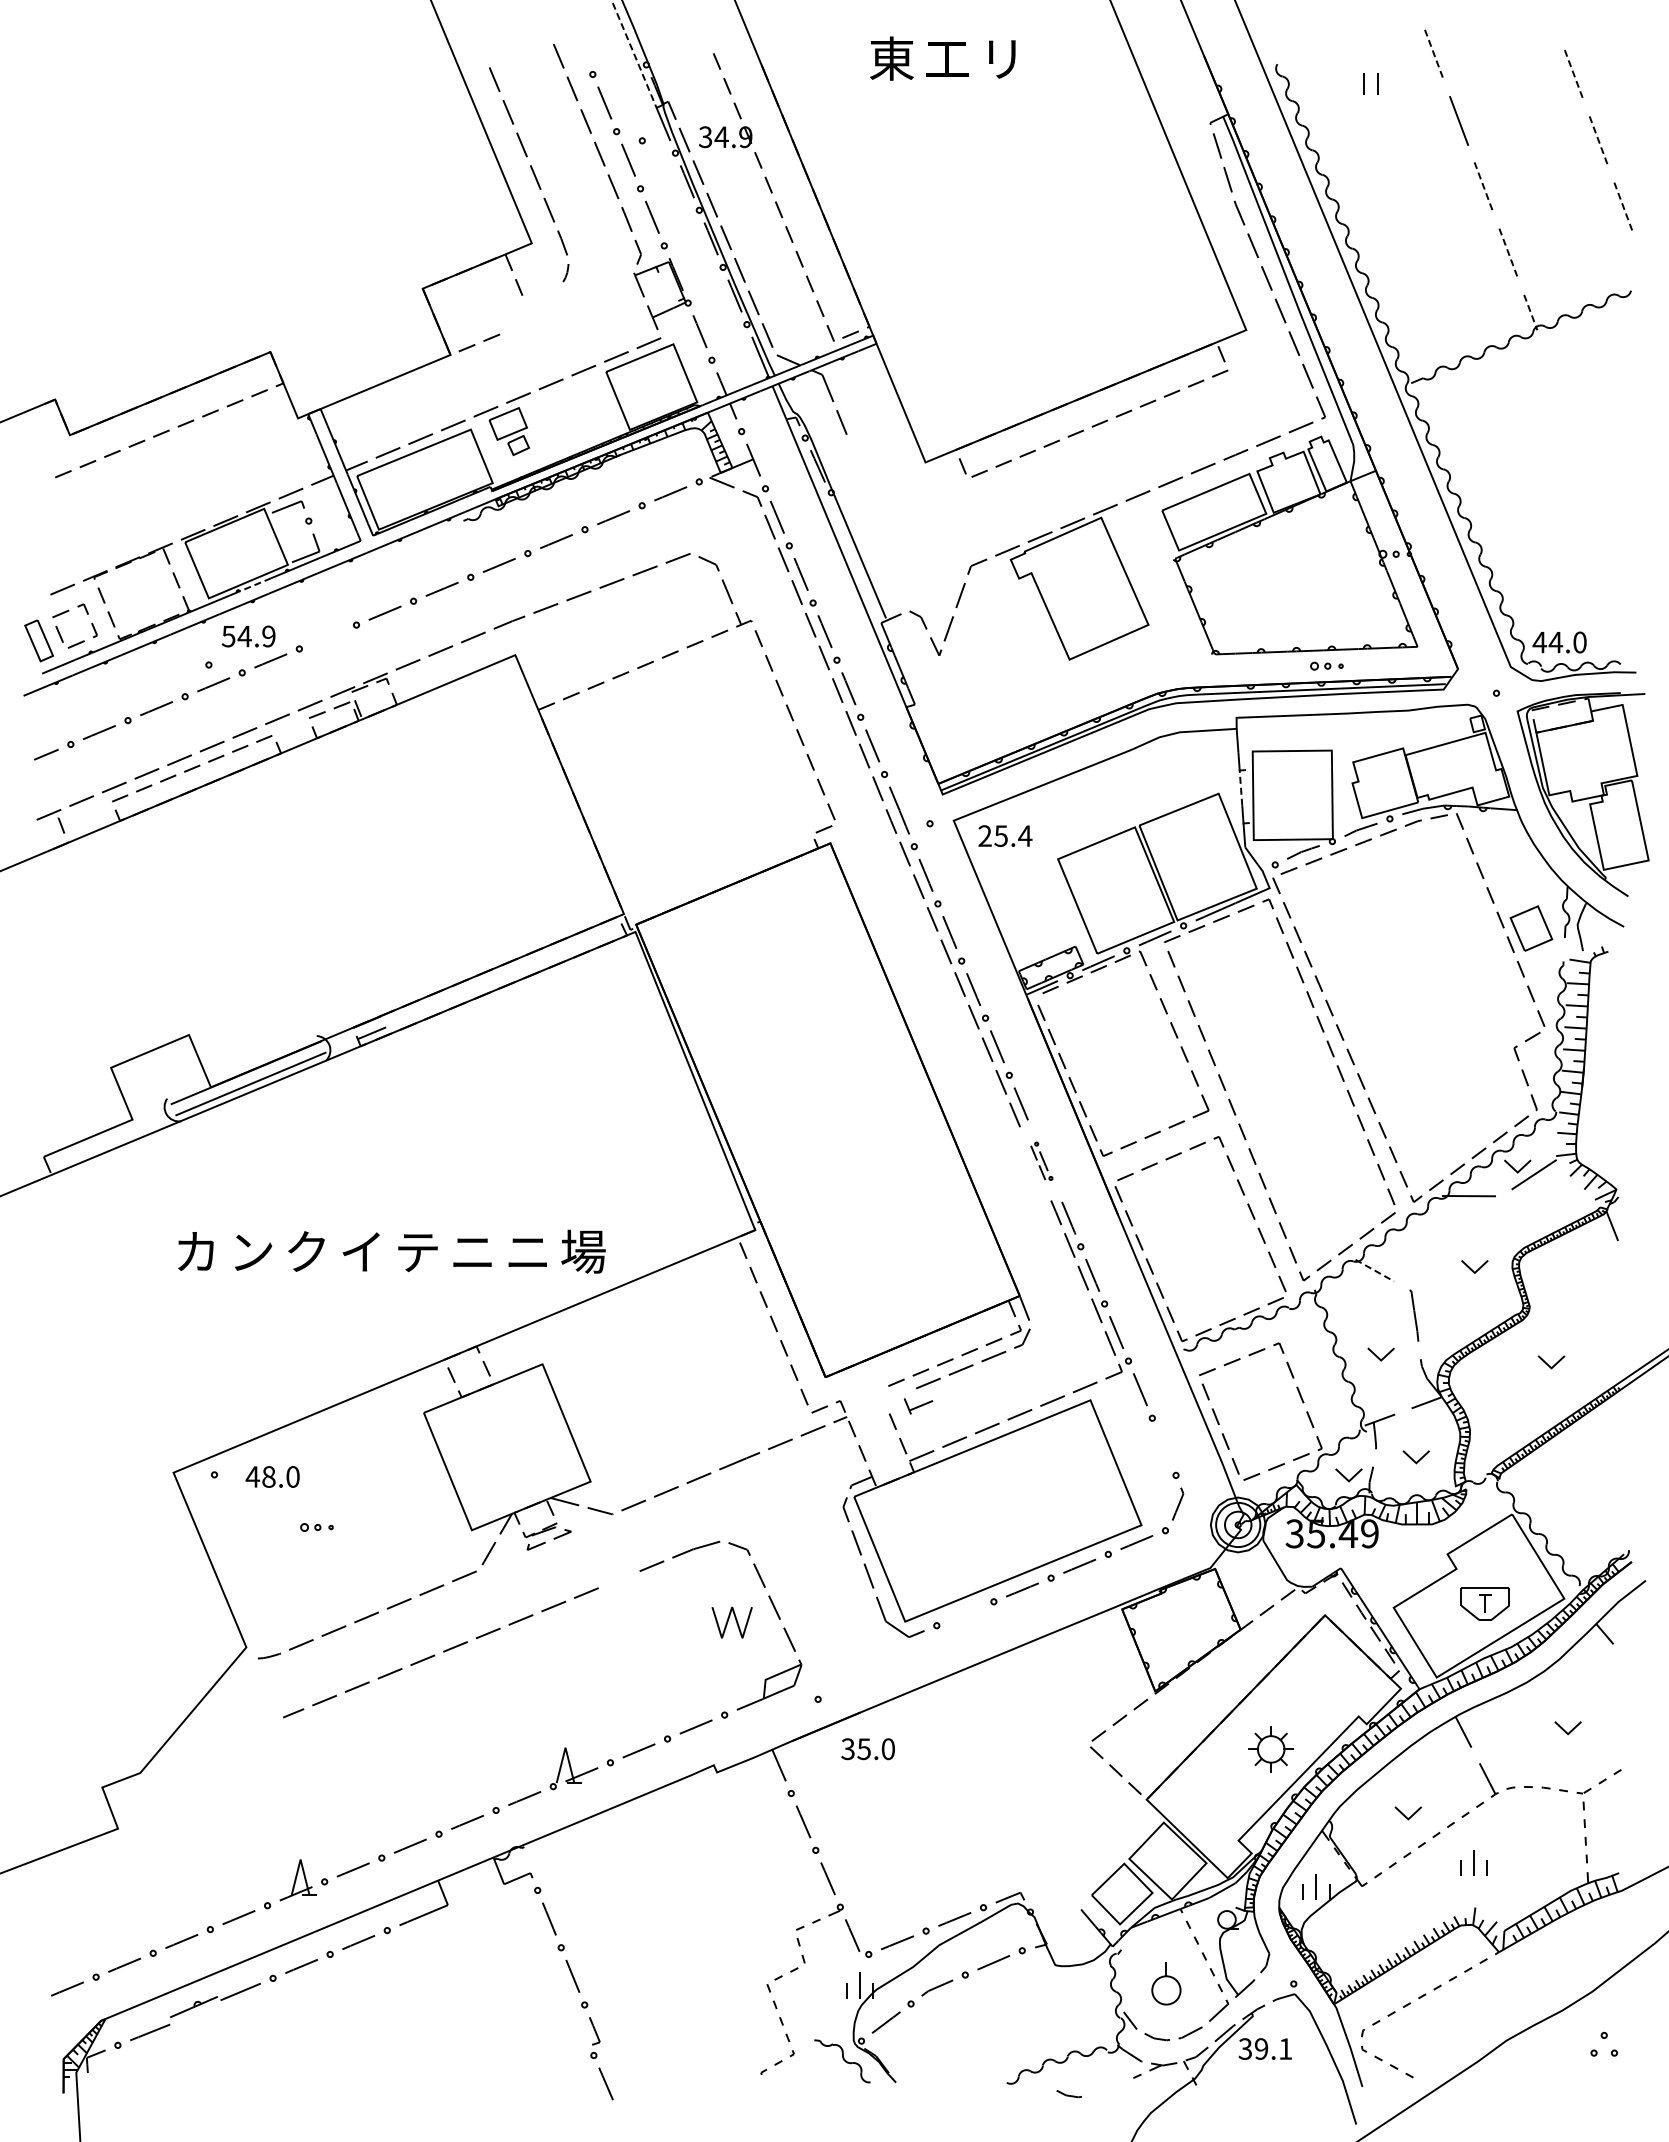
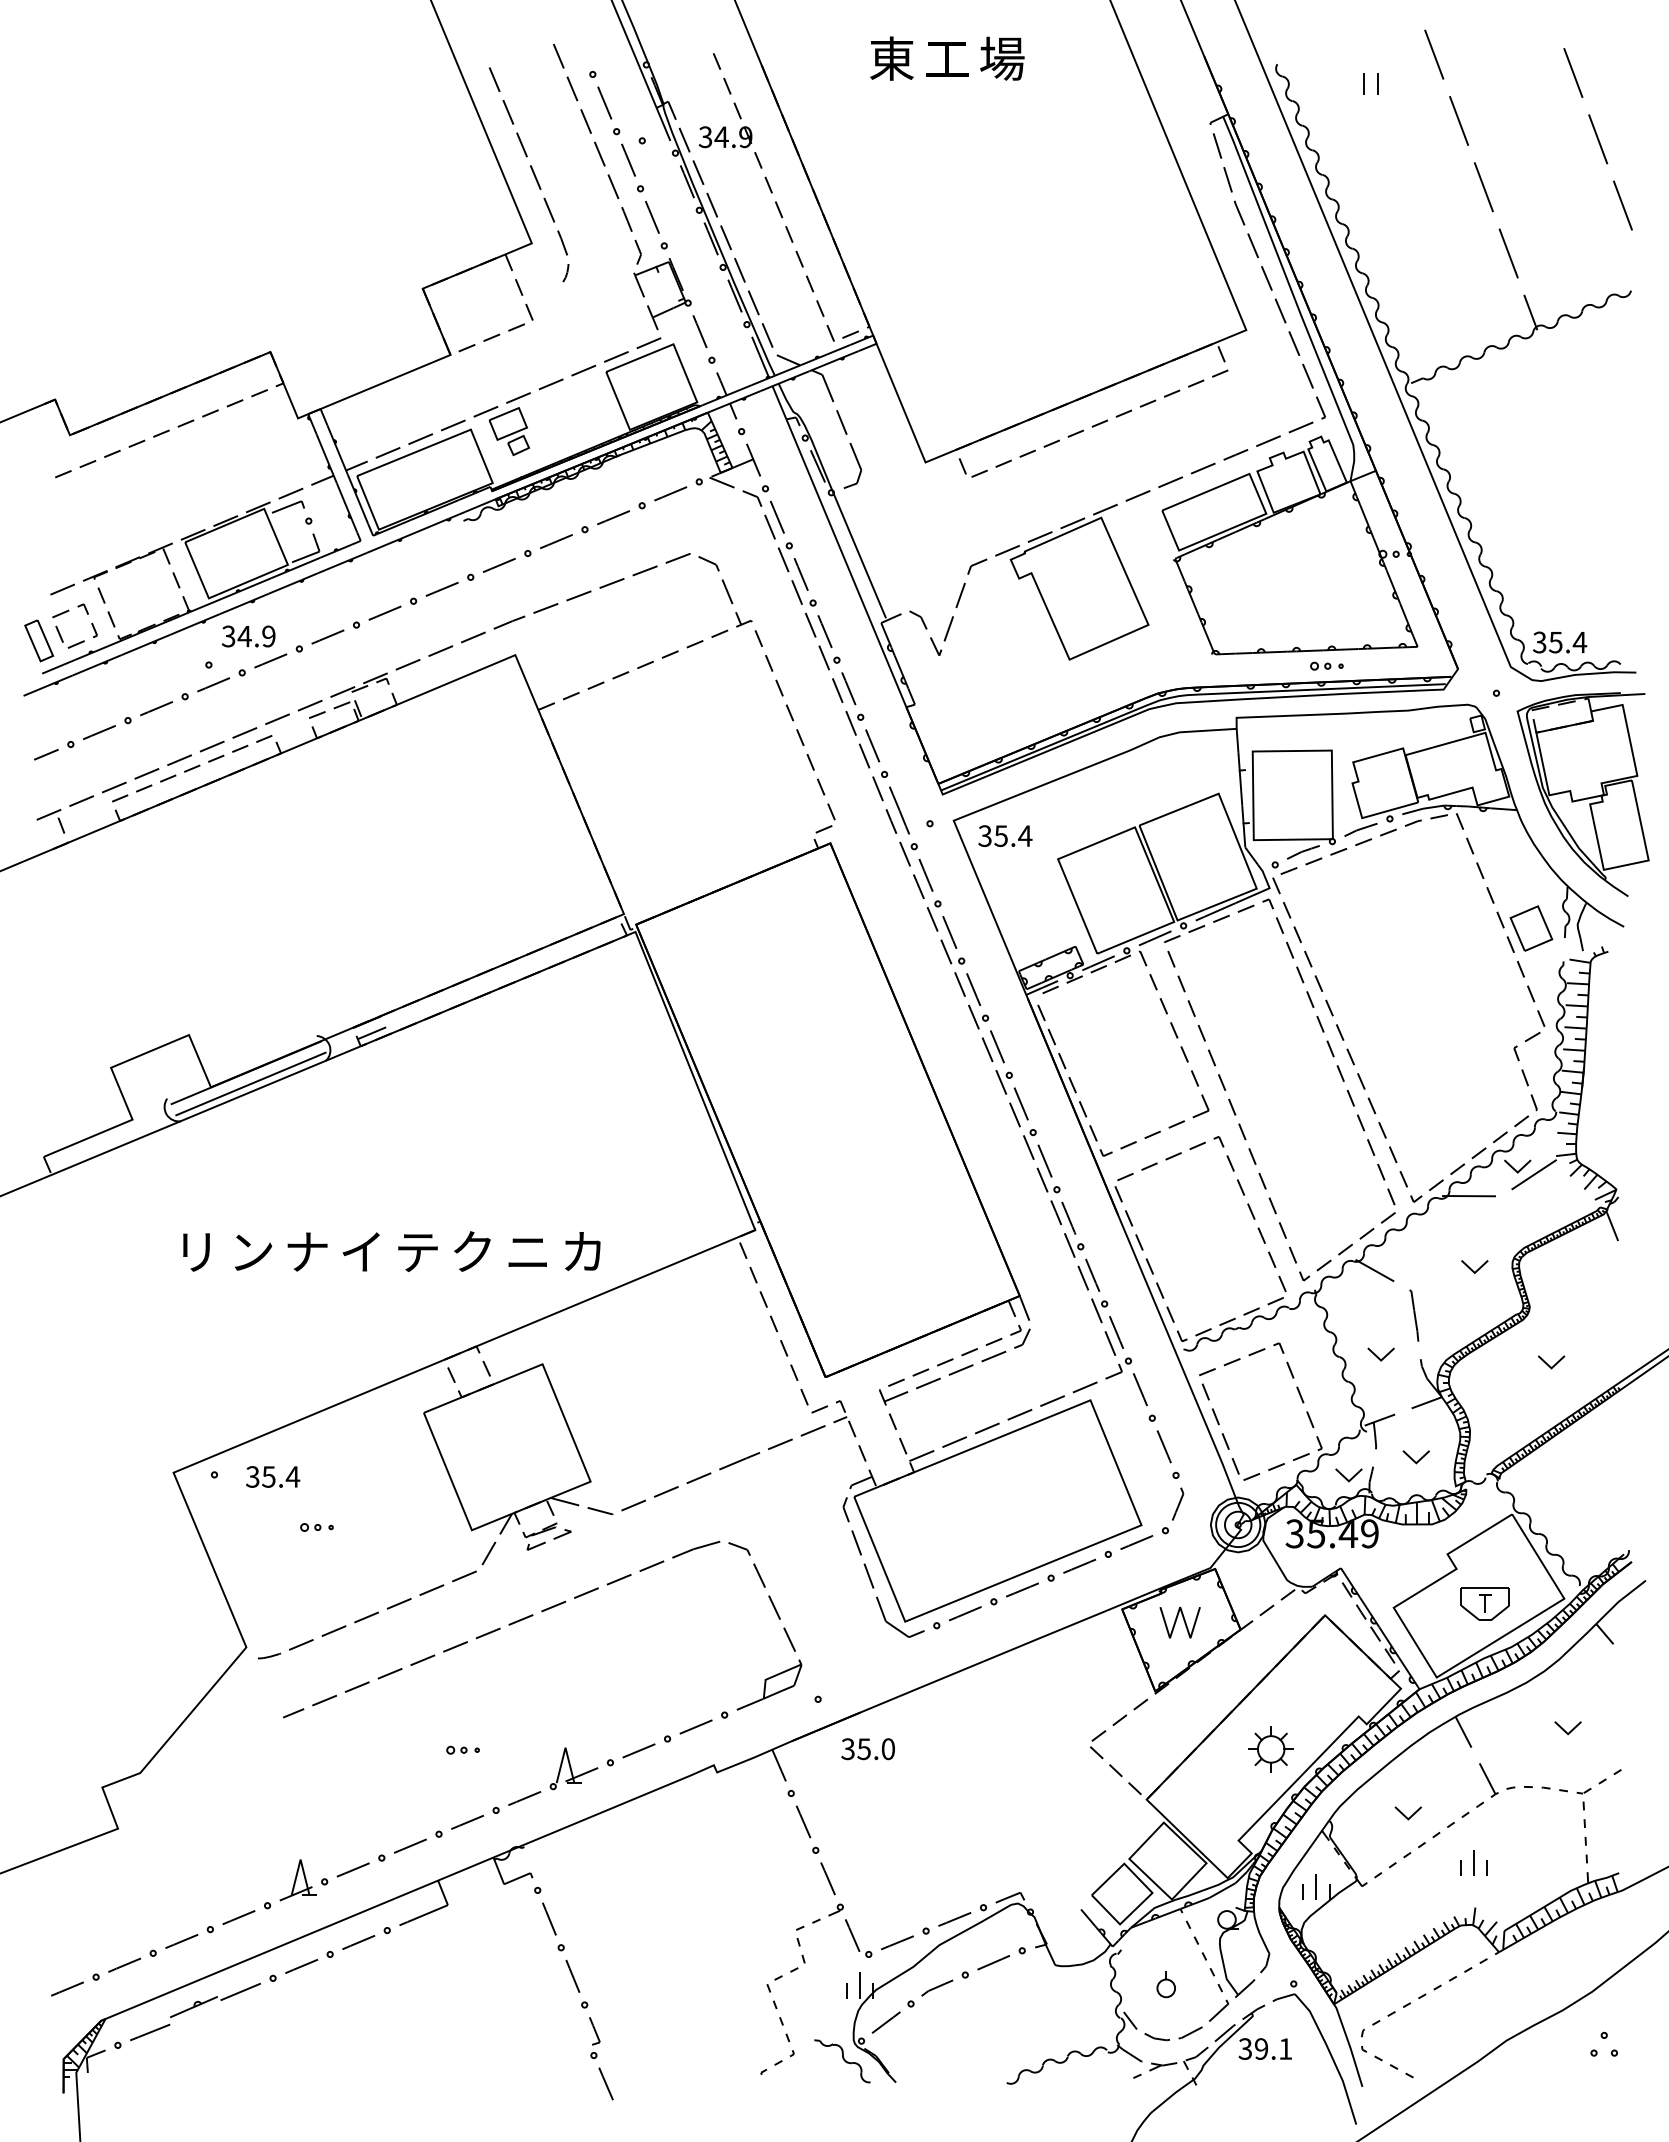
line at (634, 54): dashed -> solid
line at (1434, 54): dashed -> solid
text at (1002, 58): リ -> 場
line at (1573, 73): dashed -> solid
line at (1598, 139): dashed -> solid
line at (1483, 187): dashed -> solid
line at (1622, 205): dashed -> solid
line at (1508, 253): dashed -> solid
line at (1530, 312): dashed -> solid
part at (523, 323): none -> present
part at (852, 465): none -> present
line at (254, 585): dashed -> solid
text at (228, 635): 54.9 -> 34.9
line at (327, 636): none -> present
text at (1559, 642): 44.0 -> 35.4
line at (1240, 788): dashed -> solid
text at (984, 836): 25.4 -> 35.4
part at (1041, 1160) size: 24x40 px -> 38x65 px
text at (195, 1251): カ -> リ
text at (307, 1251): ク -> ナ
text at (472, 1251): ニ -> ク
text at (583, 1251): 場 -> カ
line at (1375, 1270): dashed -> solid
part at (918, 1405) position: (918, 1405) -> (893, 1396)
line at (1163, 1446): none -> present
text at (272, 1476): 48.0 -> 35.4
line at (618, 1579): none -> present
line at (965, 1613): none -> present
part at (731, 1622) position: (731, 1622) -> (1179, 1622)
part at (462, 1749): none -> present
part at (1166, 1983) size: 31x44 px -> 20x28 px
part at (1068, 2094): present -> none
